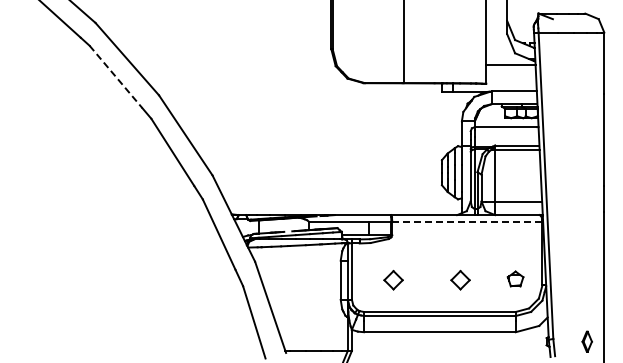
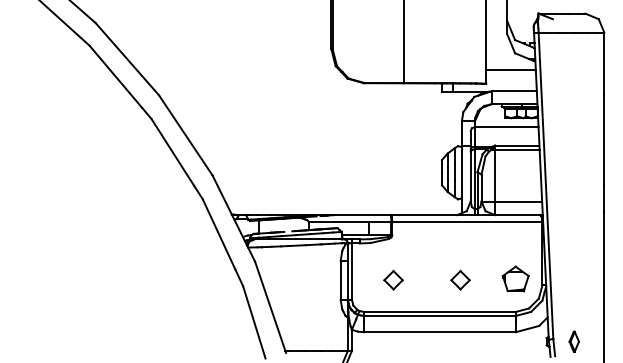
line at (510, 65) position: (510, 65) -> (510, 70)
line at (116, 76): dashed -> solid
line at (466, 221): dashed -> solid
part at (515, 278) size: 19x18 px -> 29x28 px
part at (586, 341) position: (586, 341) -> (573, 341)
